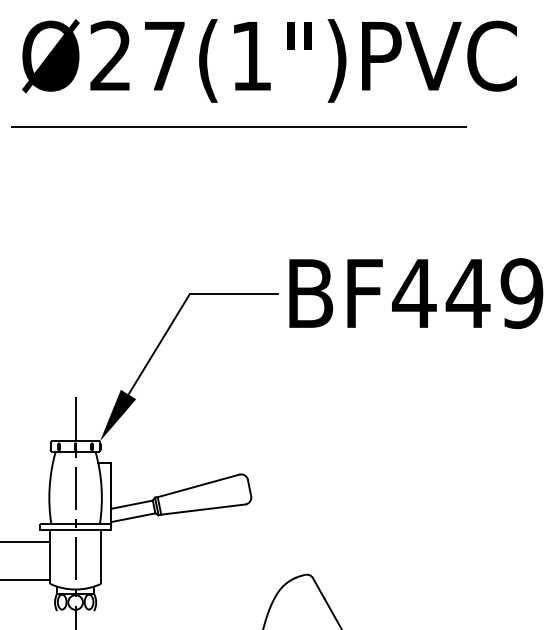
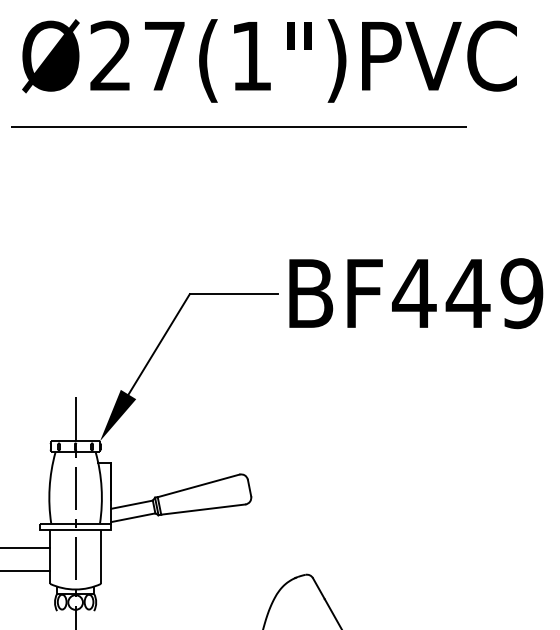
line at (26, 542) position: (26, 542) -> (26, 548)
line at (26, 580) position: (26, 580) -> (26, 571)
